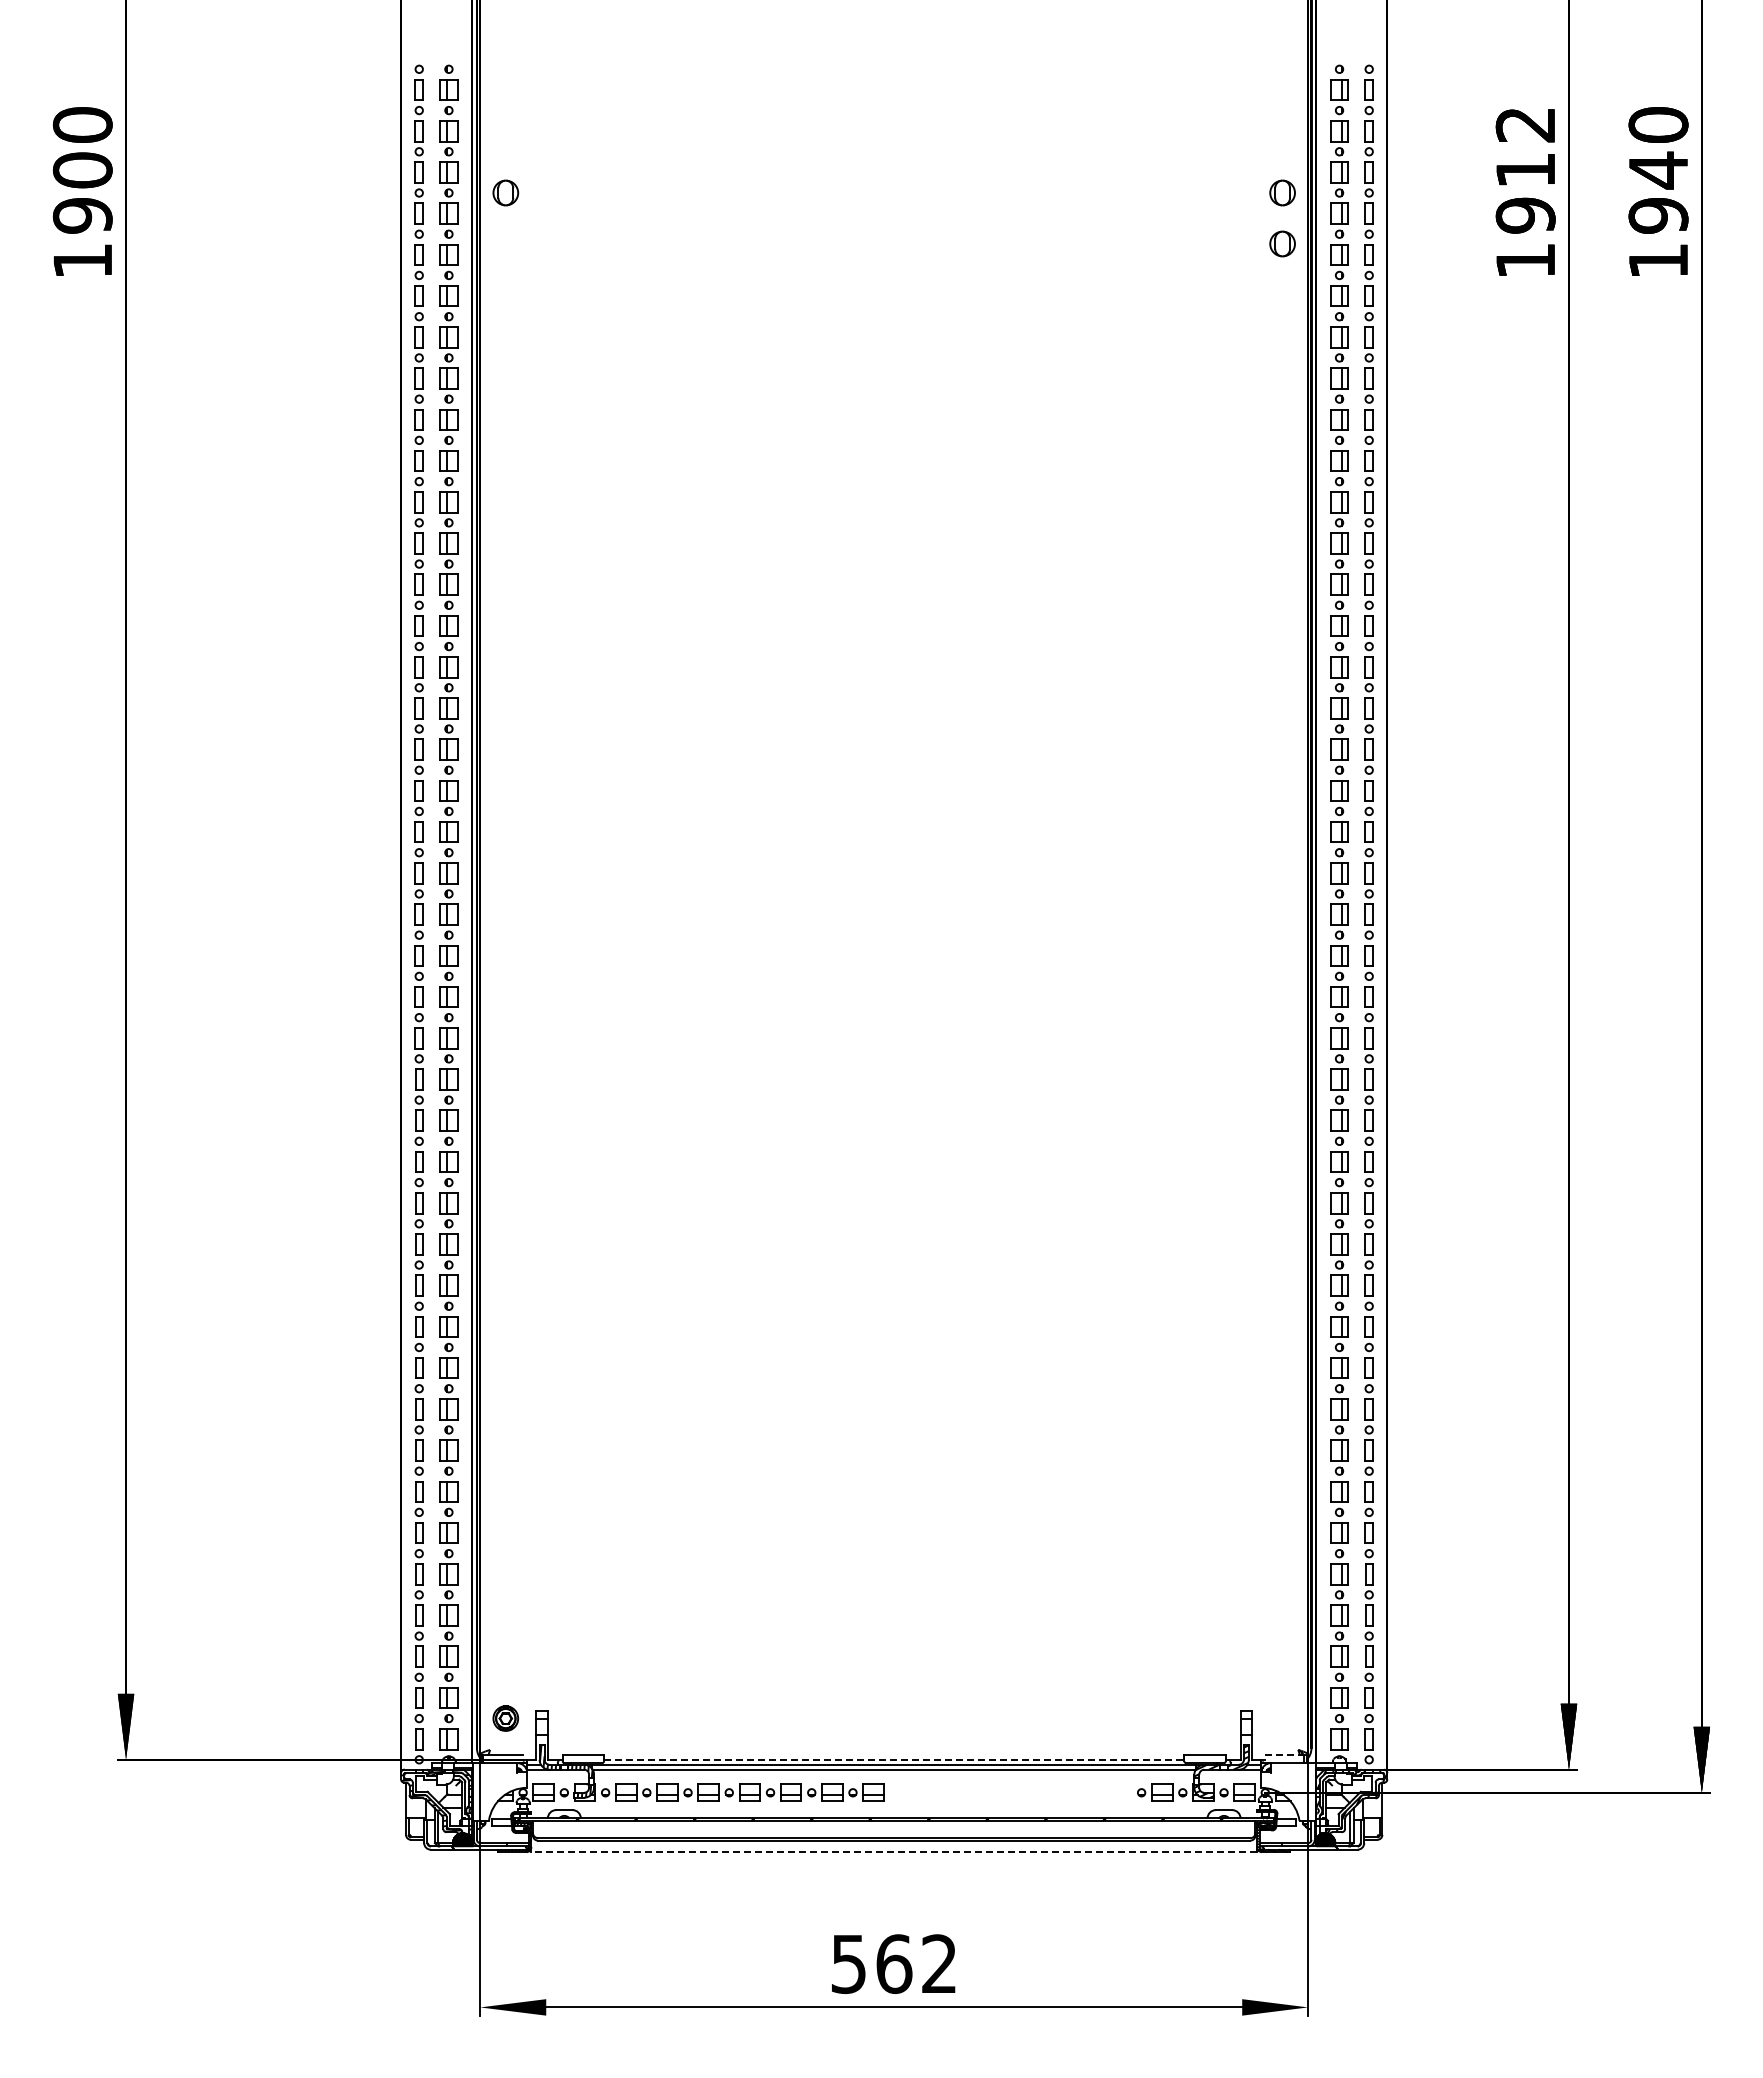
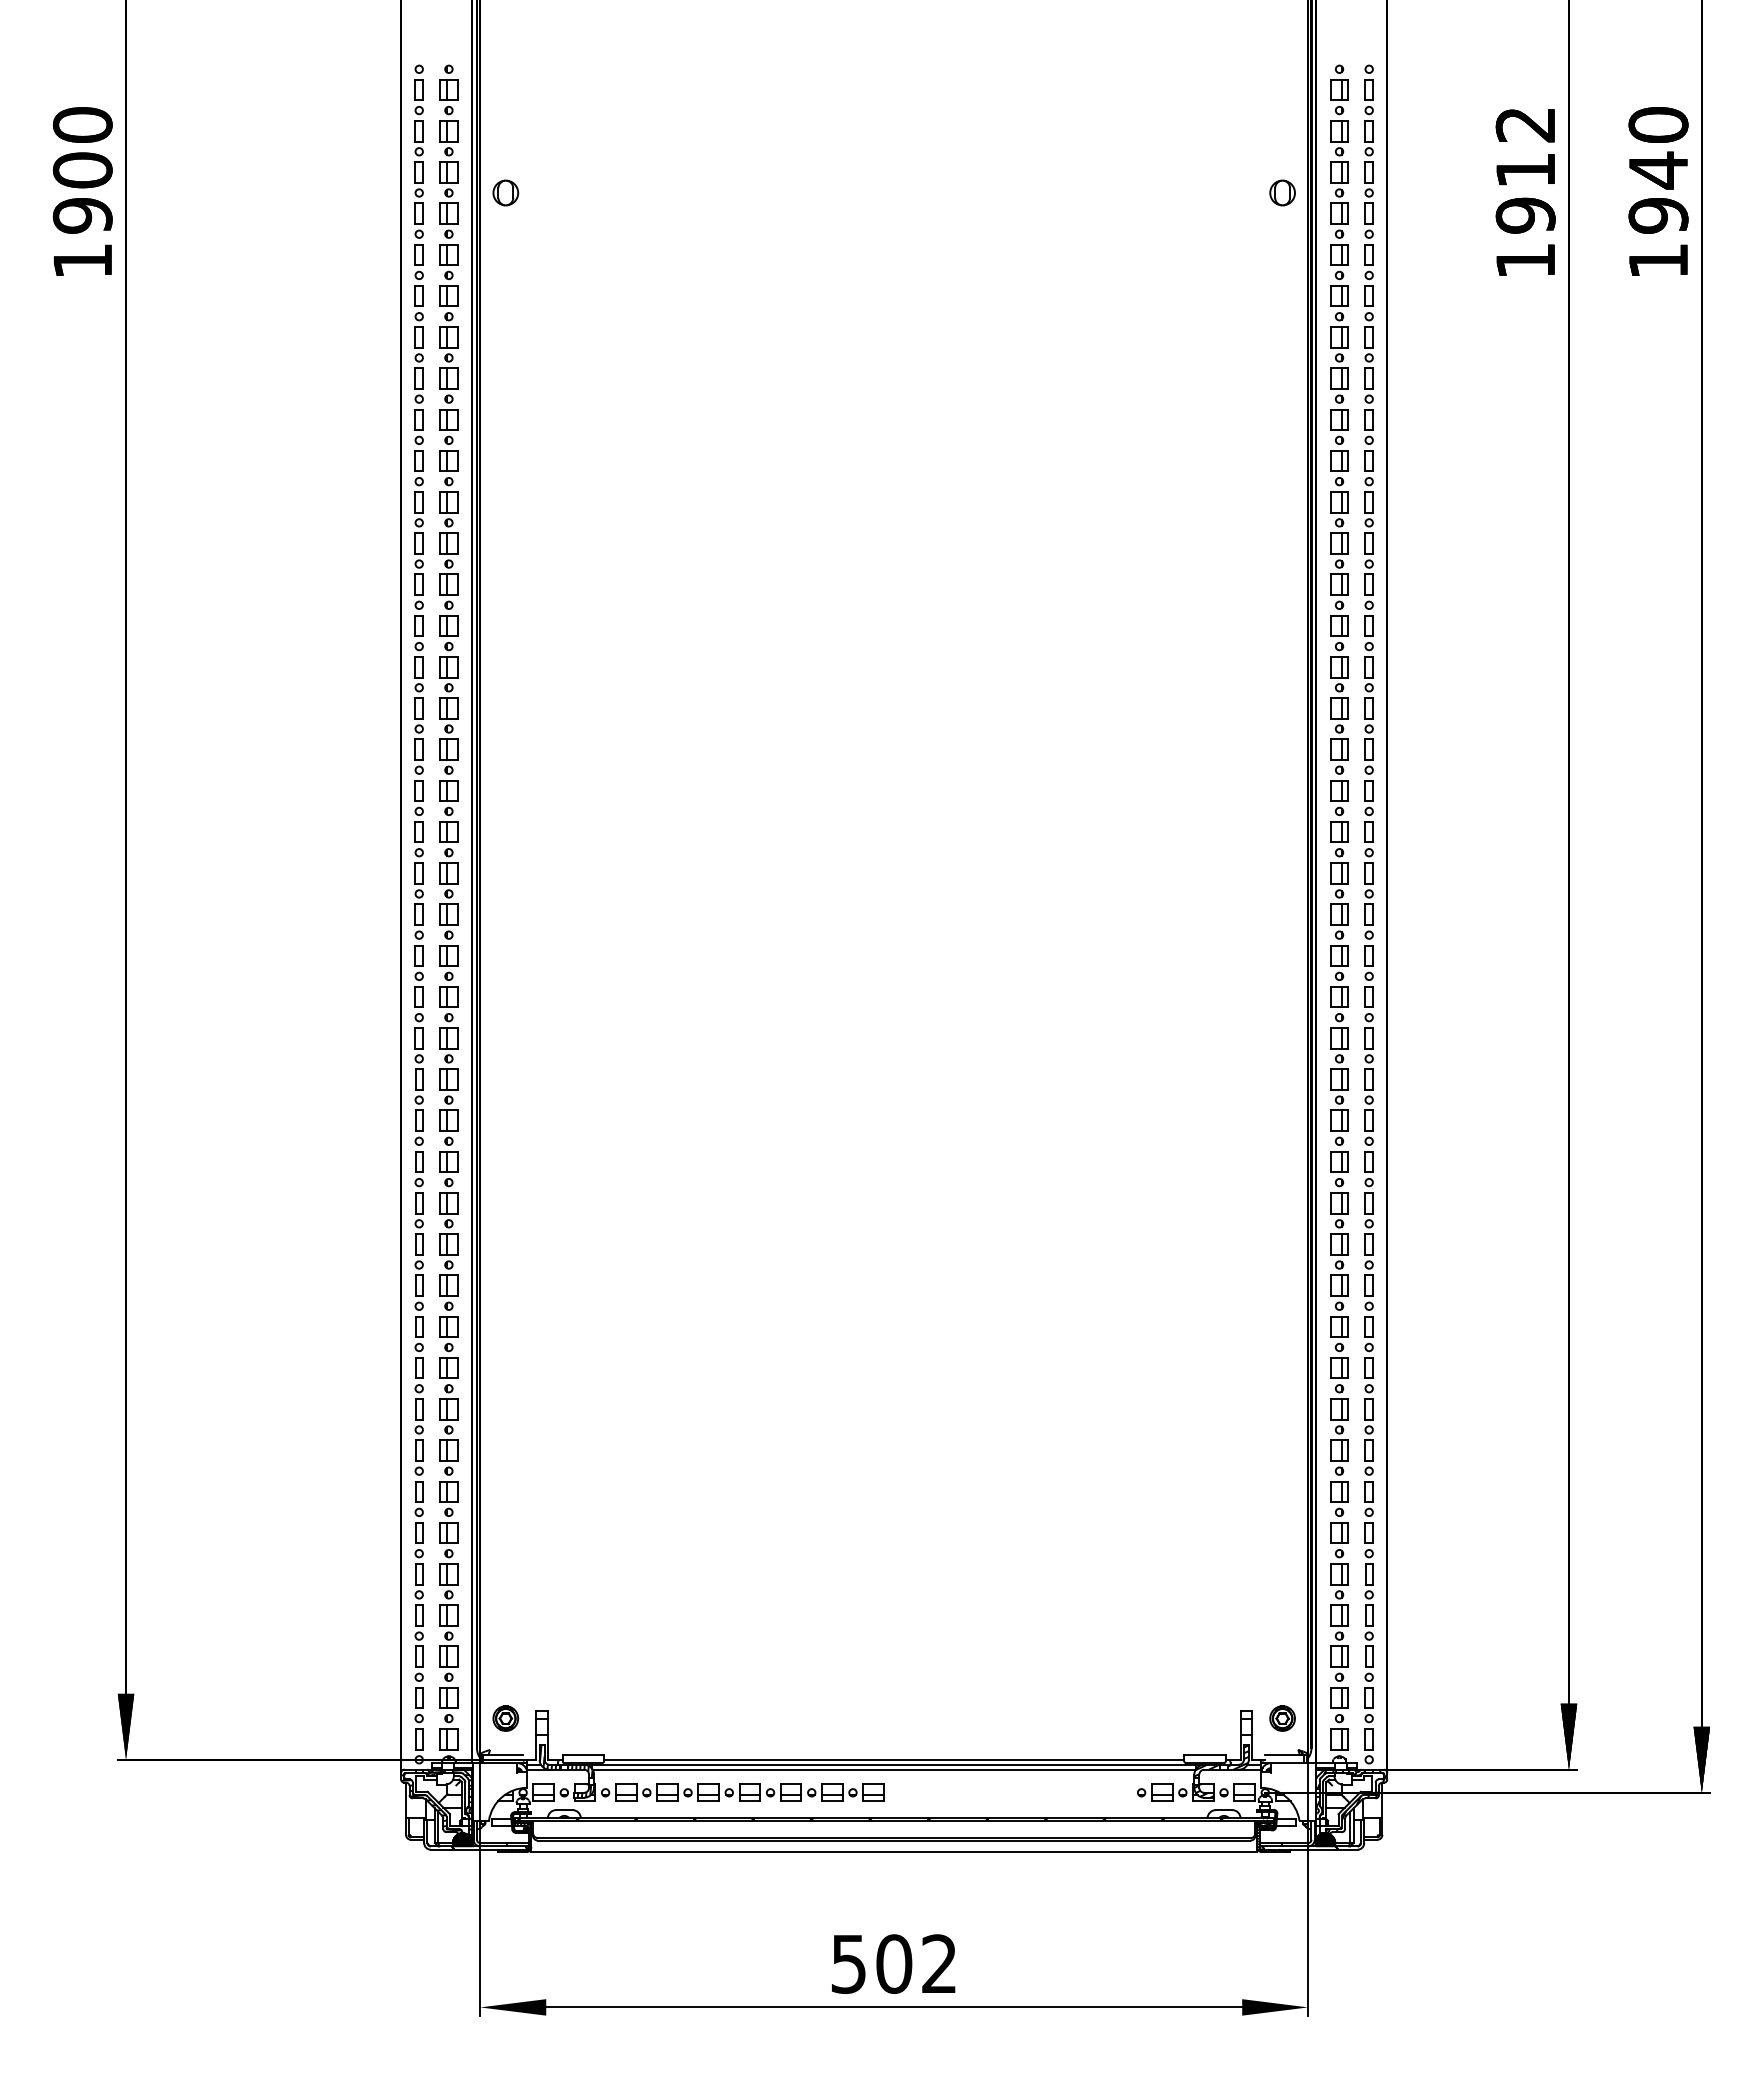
part at (1282, 243): present -> none
part at (1282, 1718): none -> present
line at (1283, 1754): dashed -> solid
line at (894, 1759): dashed -> solid
line at (894, 1852): dashed -> solid
text at (894, 1963): 562 -> 502
